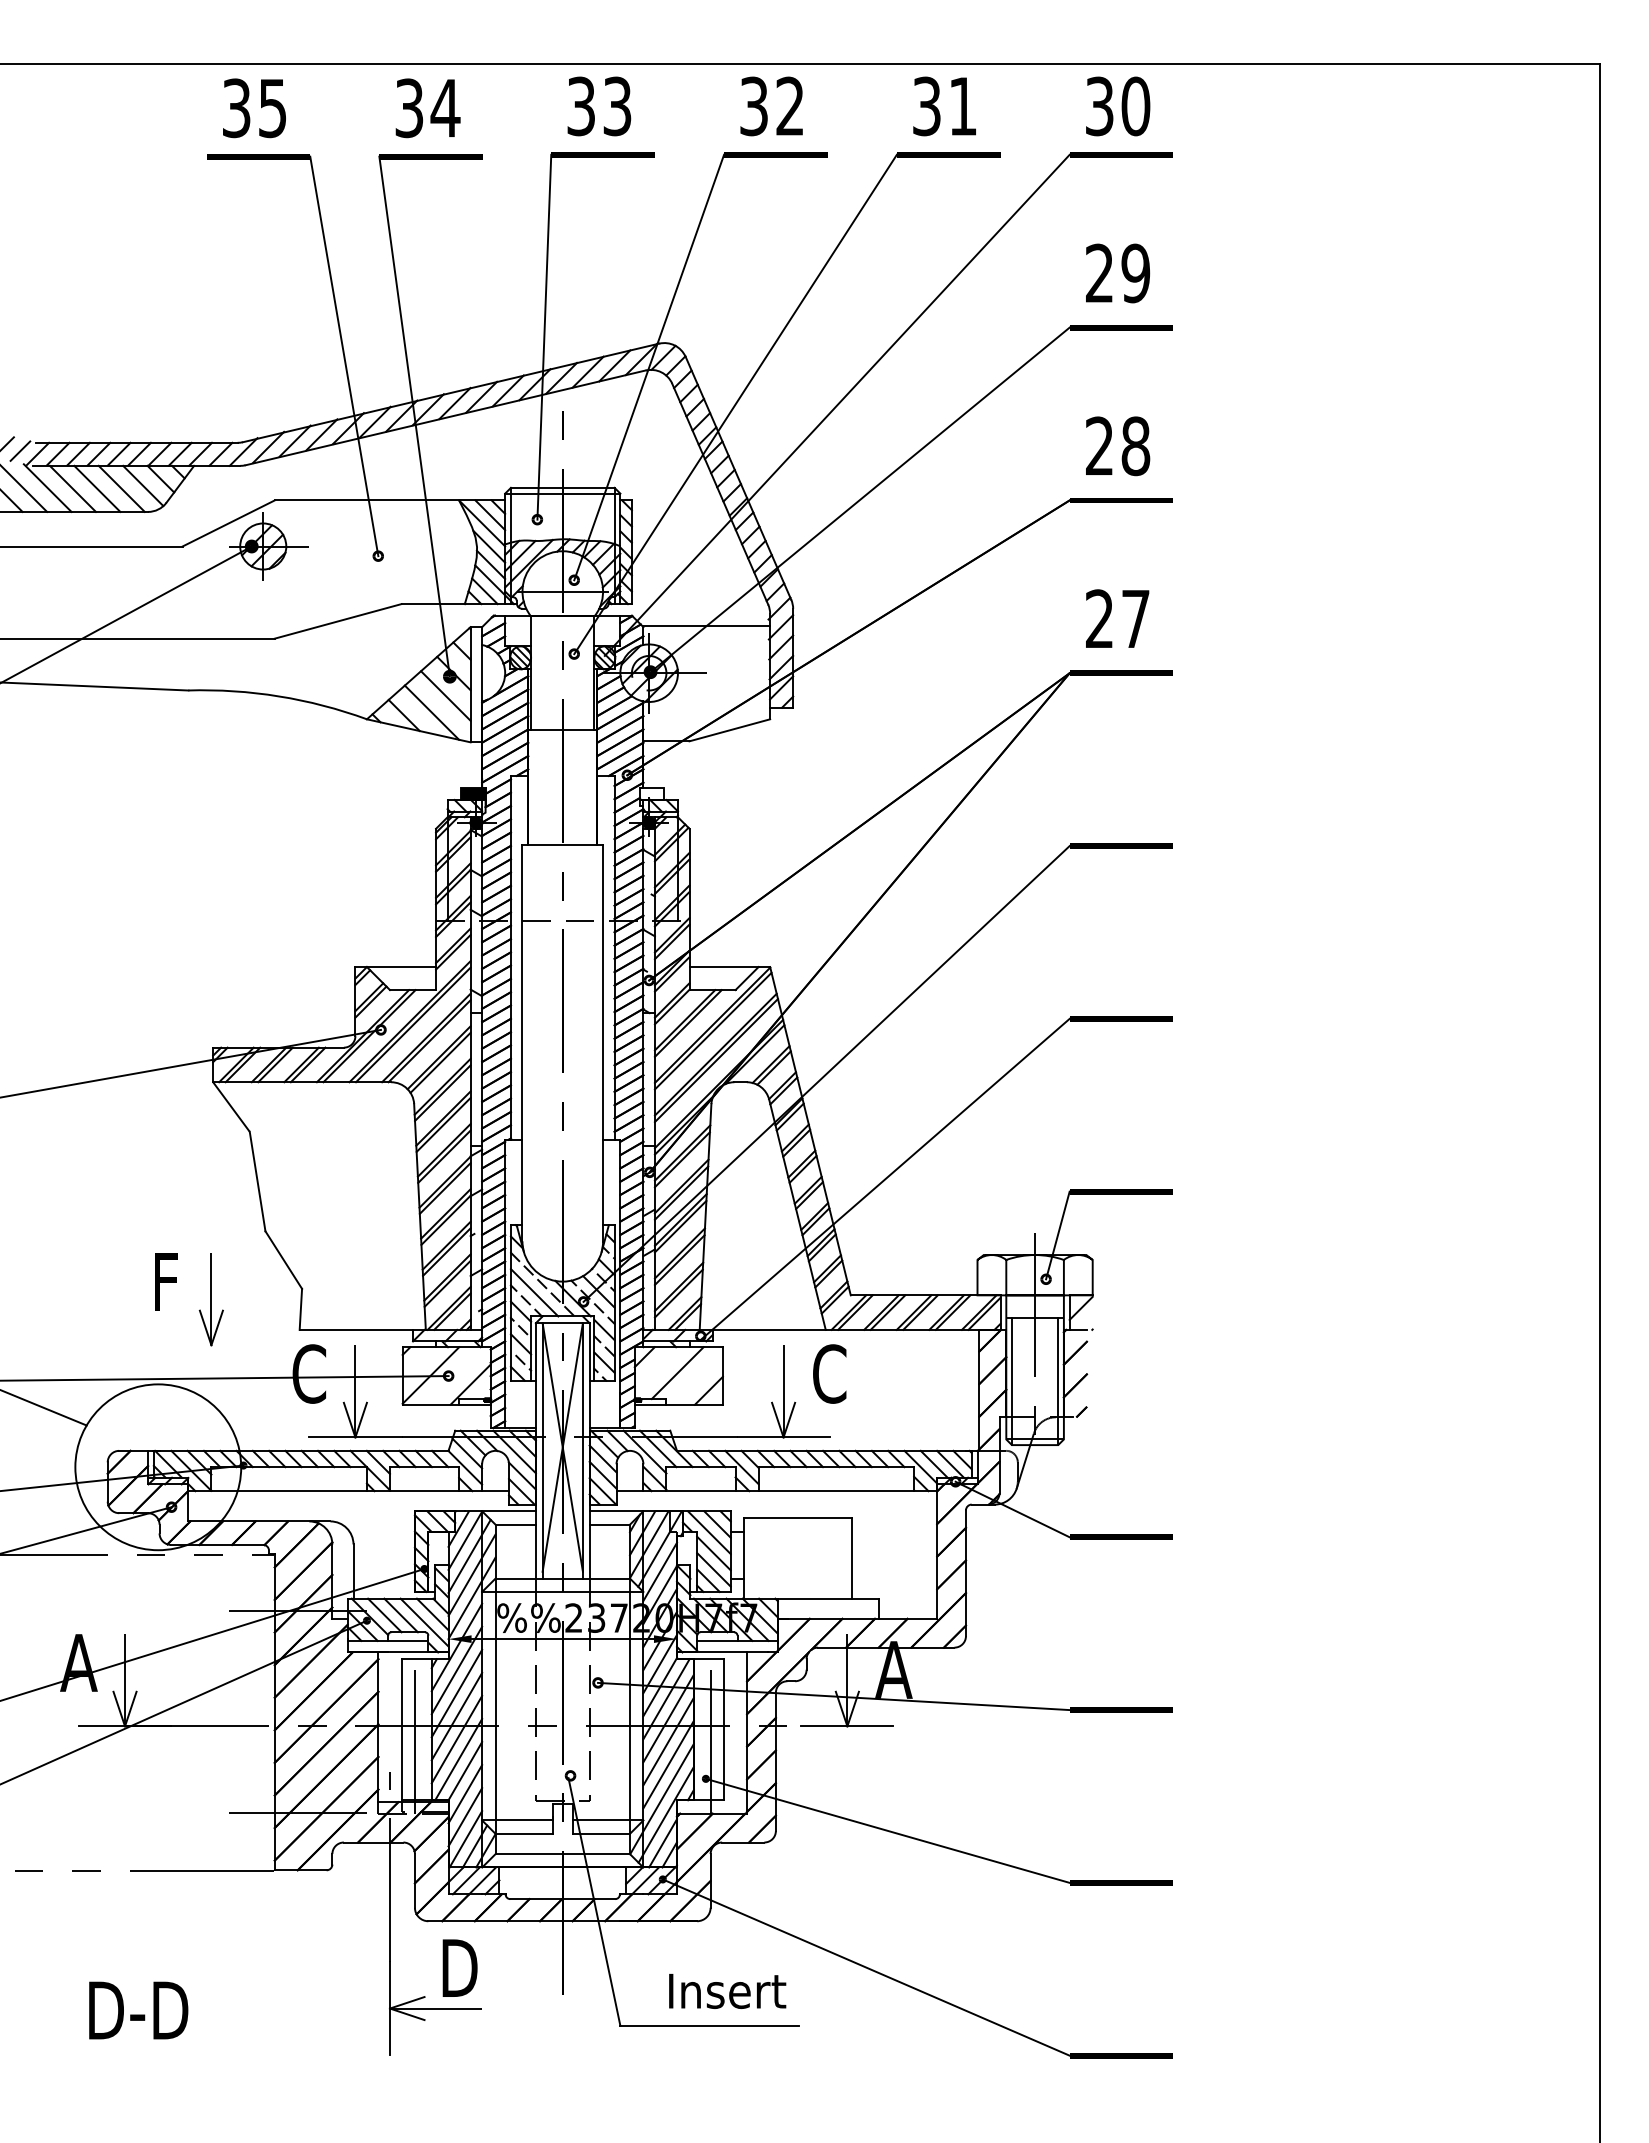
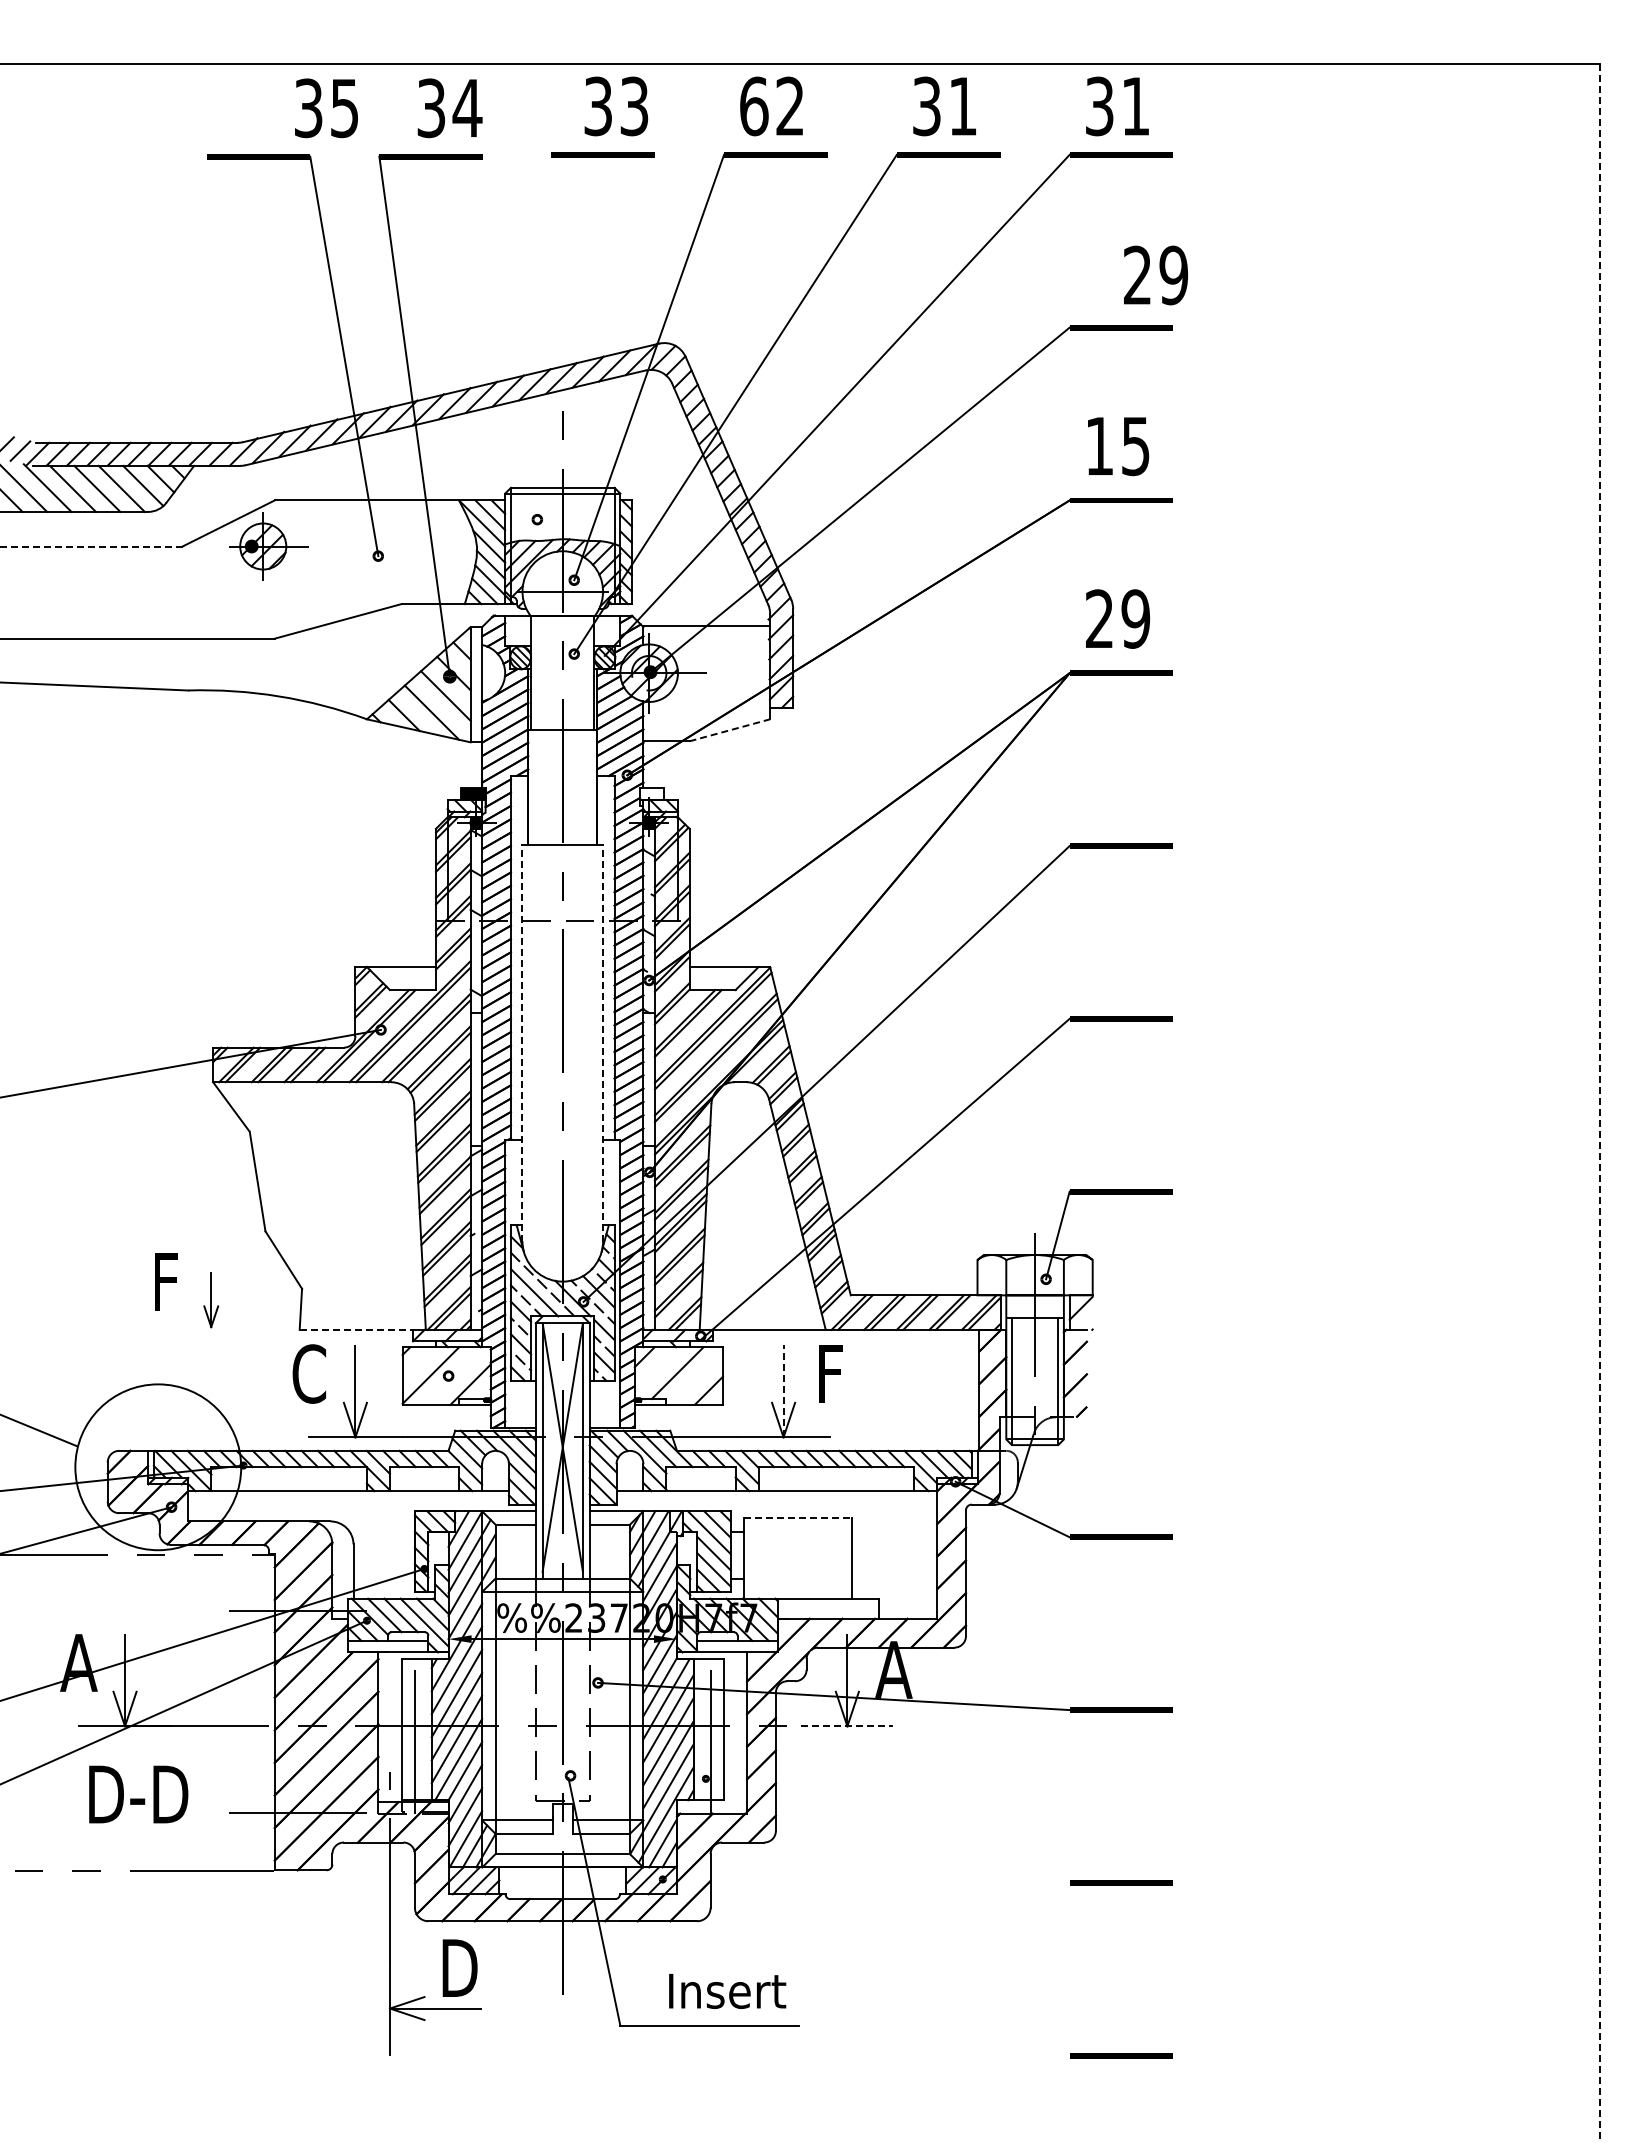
text at (599, 106) position: (599, 106) -> (616, 106)
text at (754, 106): 32 -> 62
text at (1135, 106): 30 -> 31
text at (254, 108) position: (254, 108) -> (326, 108)
text at (427, 108) position: (427, 108) -> (449, 108)
text at (1118, 273) position: (1118, 273) -> (1156, 275)
line at (544, 336): present -> none
text at (1118, 446): 28 -> 15
line at (91, 546): solid -> dashed
line at (126, 614): present -> none
text at (1135, 618): 27 -> 29
line at (729, 730): solid -> dashed
line at (522, 1043): solid -> dashed
line at (603, 1043): solid -> dashed
line at (1599, 1103): solid -> dashed
part at (210, 1299) size: 26x94 px -> 17x57 px
line at (356, 1329): solid -> dashed
text at (829, 1373): C -> F
line at (225, 1378): present -> none
line at (783, 1390): solid -> dashed
line at (44, 1407) position: (44, 1407) -> (39, 1430)
line at (797, 1518): solid -> dashed
line at (847, 1726): solid -> dashed
line at (887, 1830): present -> none
line at (865, 1967): present -> none
text at (138, 2010) position: (138, 2010) -> (138, 1794)
